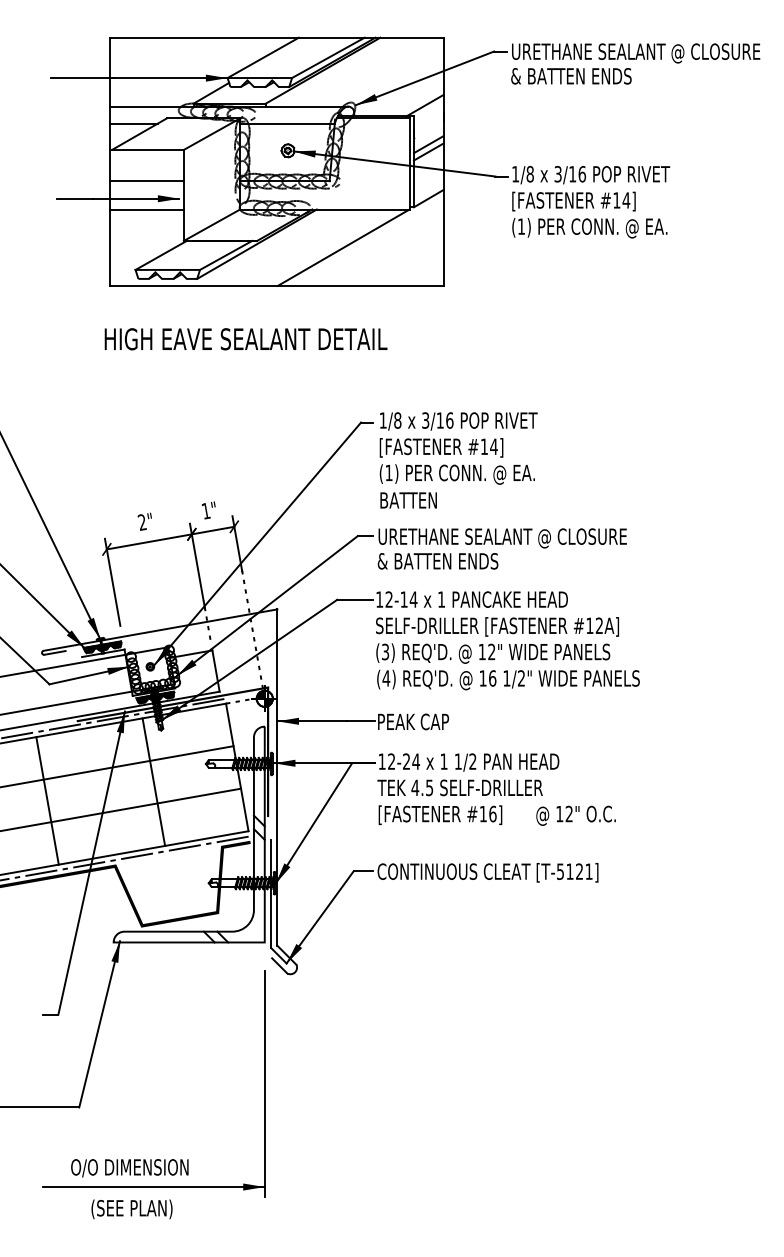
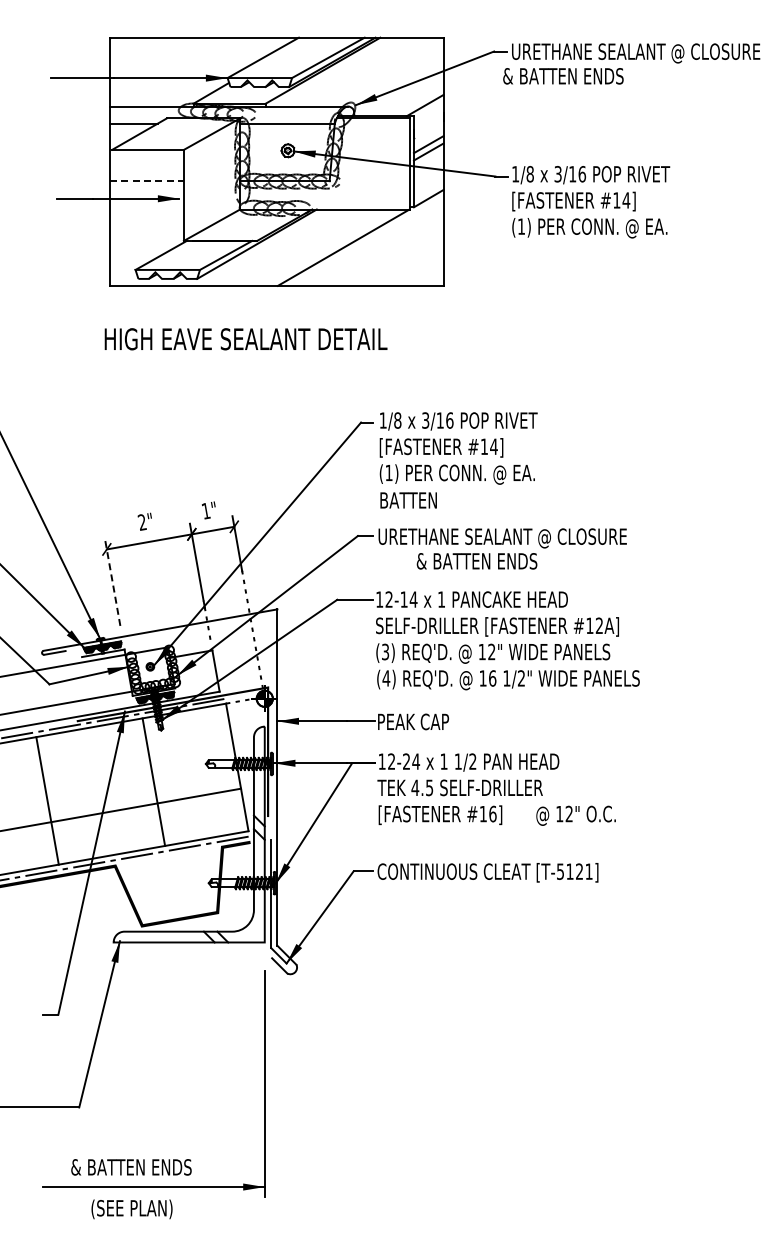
text at (571, 76) position: (571, 76) -> (563, 76)
line at (146, 181): solid -> dashed
line at (146, 209): present -> none
text at (437, 561) position: (437, 561) -> (476, 561)
line at (112, 581): solid -> dashed
line at (117, 766): present -> none
text at (131, 1168): O/O DIMENSION -> & BATTEN ENDS
